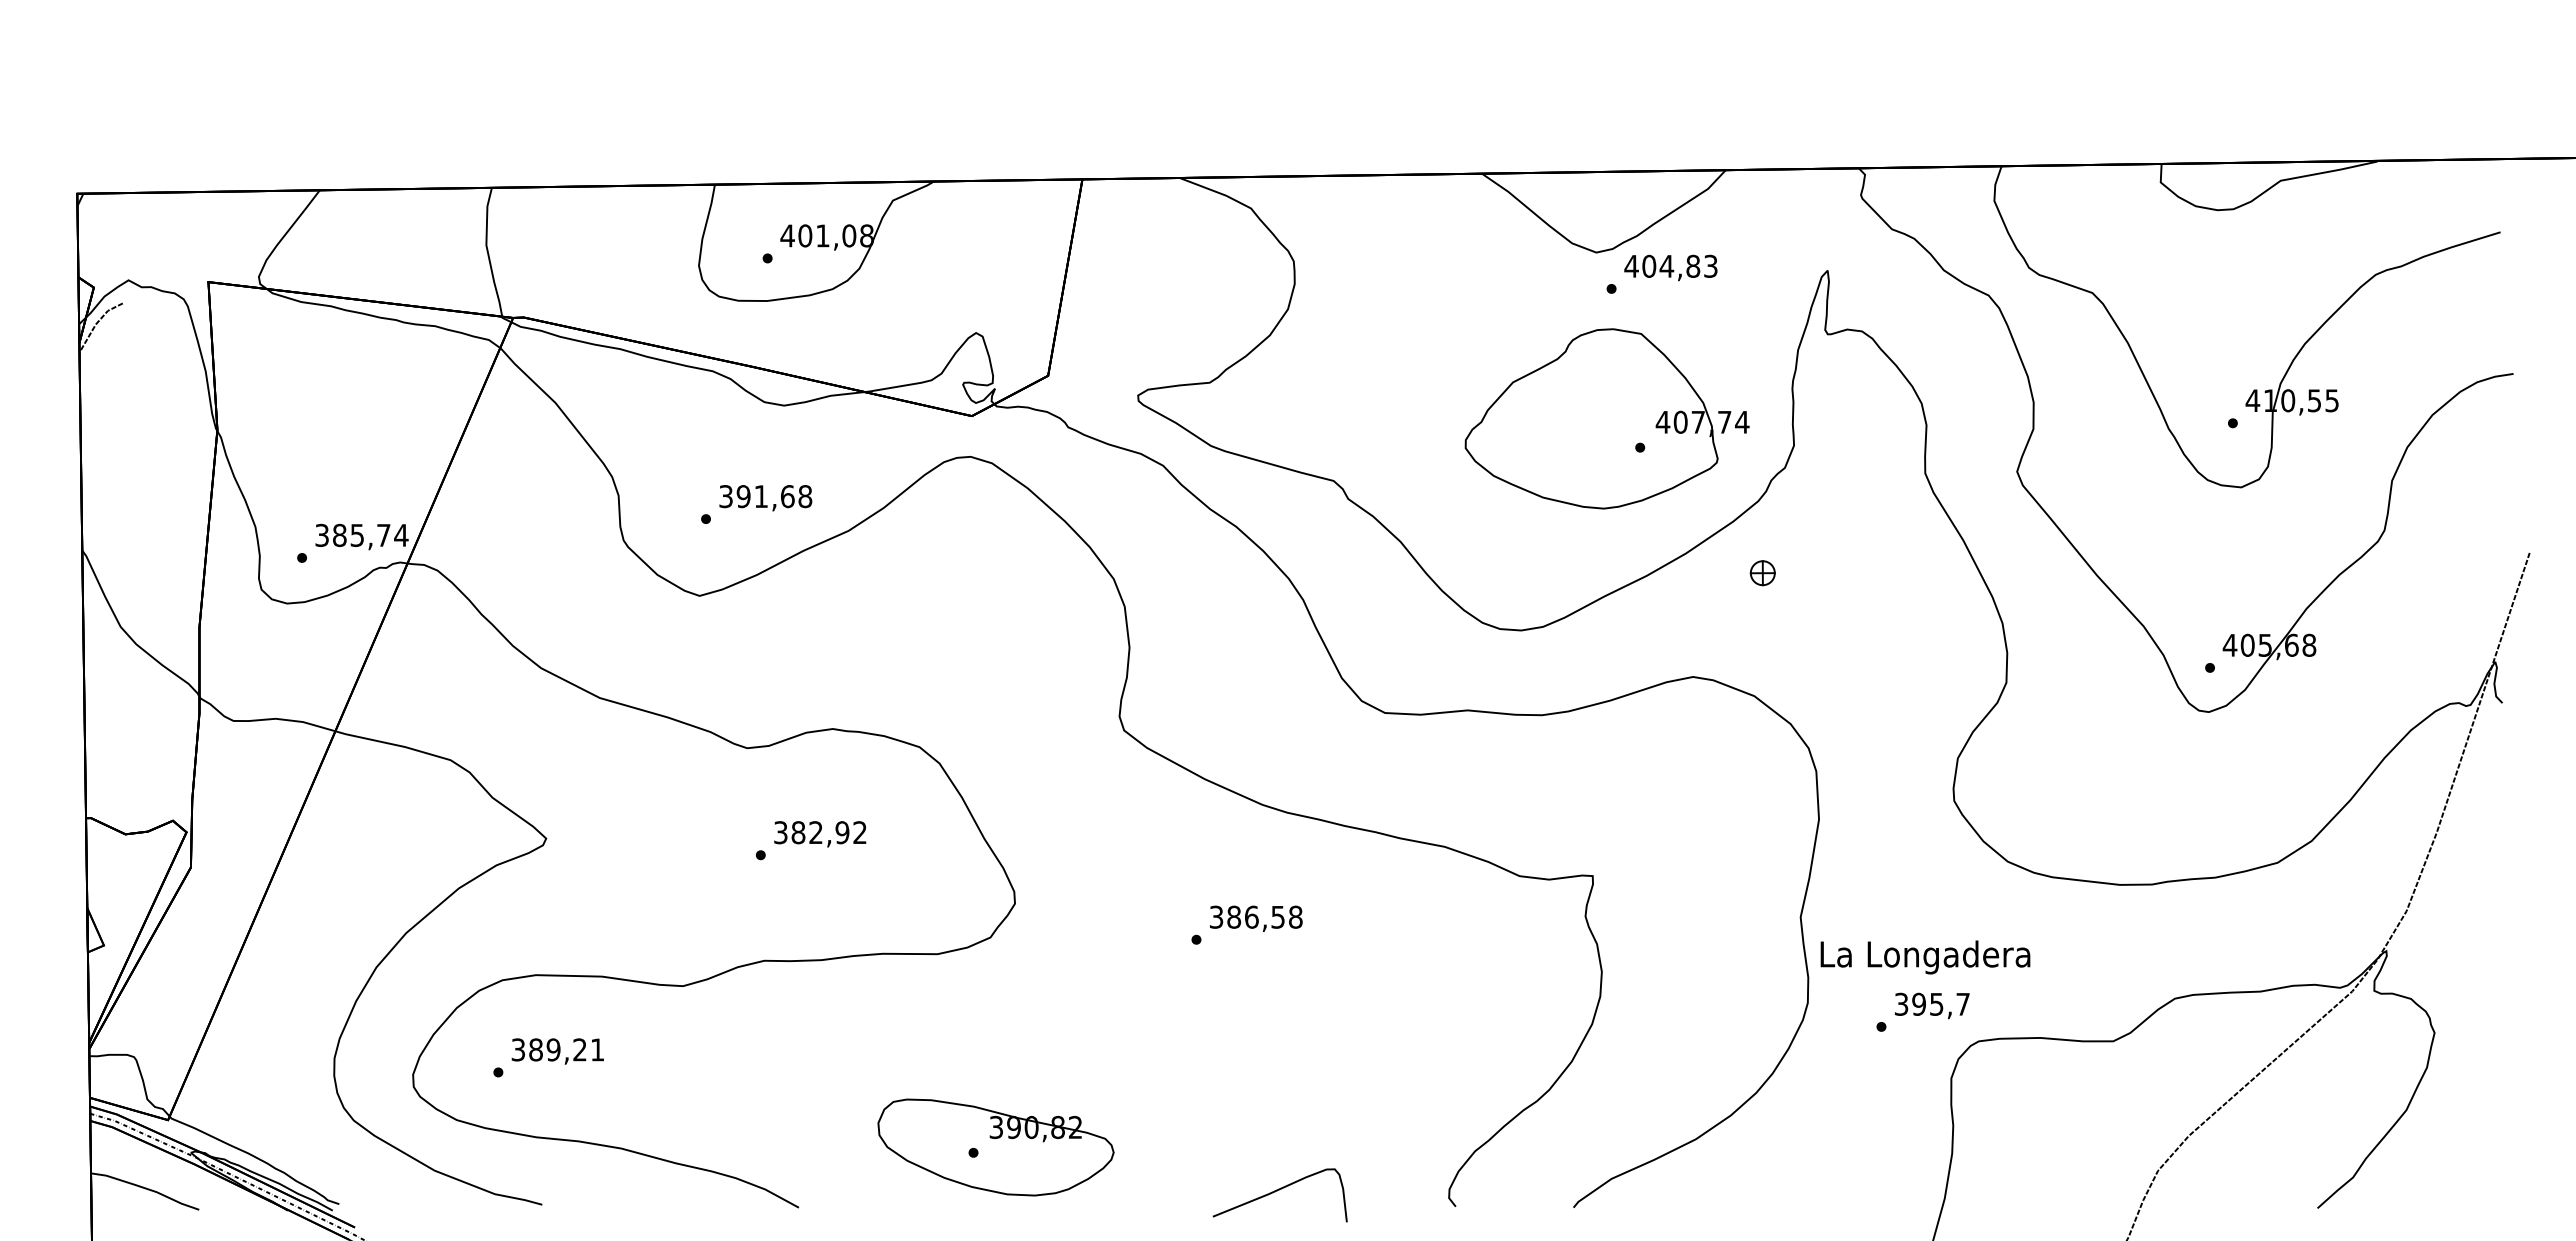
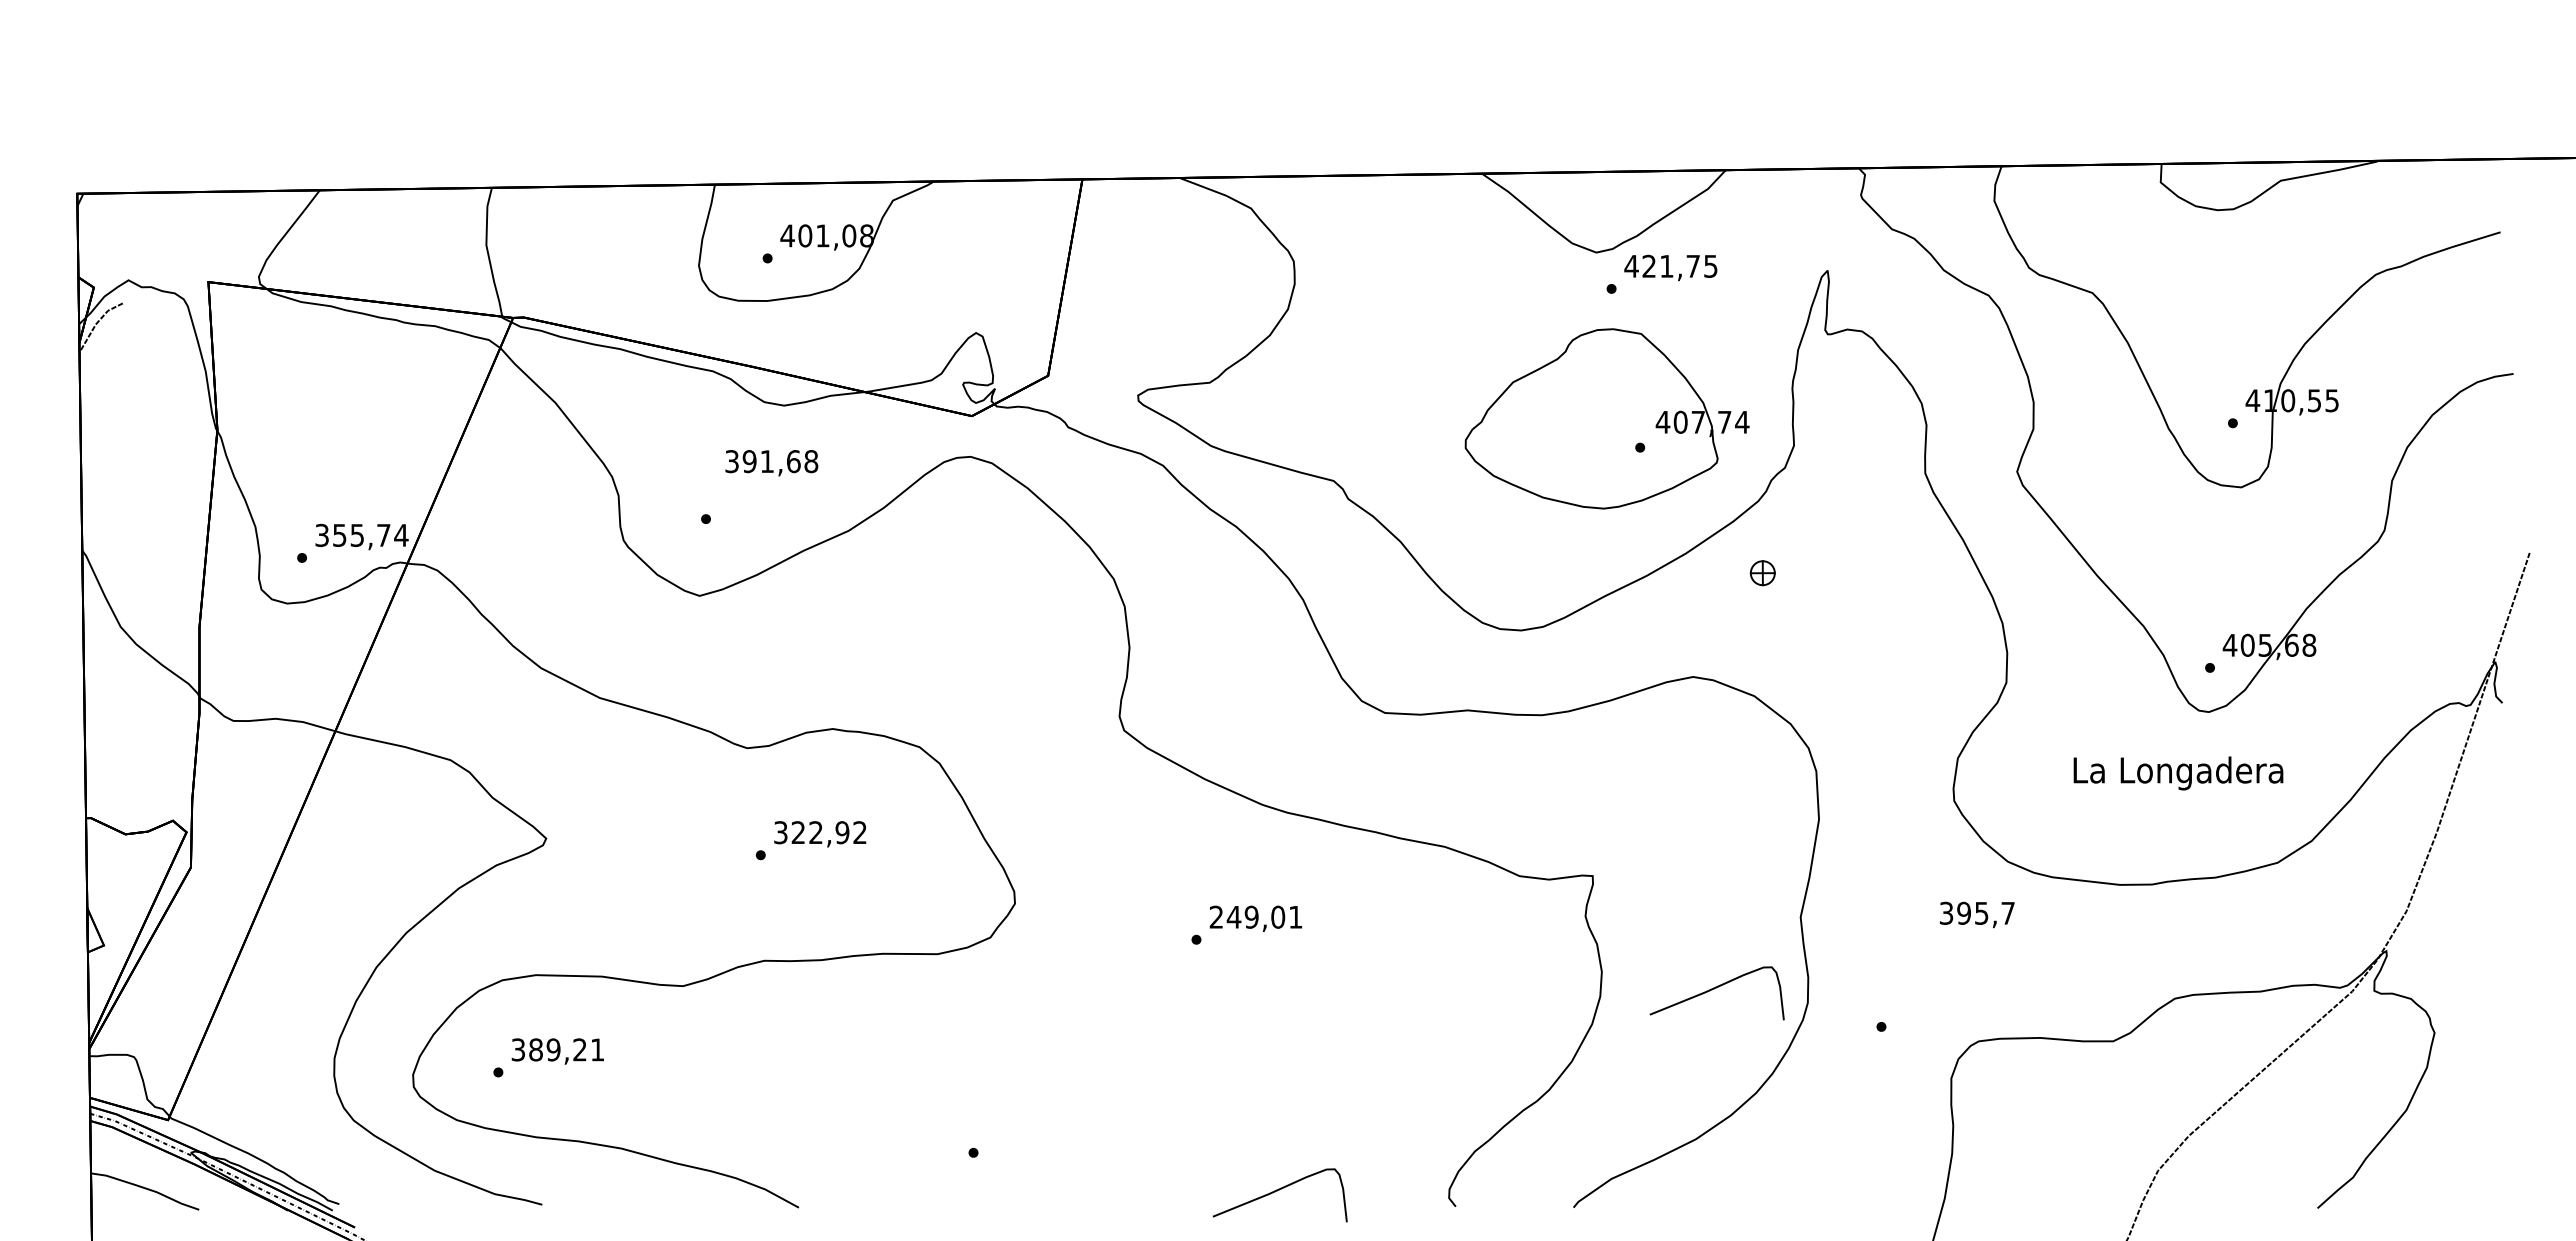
text at (1679, 265): 404,83 -> 421,75
text at (765, 498) position: (765, 498) -> (771, 463)
text at (339, 534): 385,74 -> 355,74
text at (798, 832): 382,92 -> 322,92
text at (1256, 916): 386,58 -> 249,01
text at (1925, 957) position: (1925, 957) -> (2178, 773)
curve at (1714, 989): none -> present
text at (1932, 1005) position: (1932, 1005) -> (1977, 914)
part at (995, 1147): present -> none
